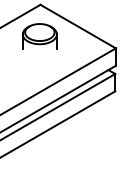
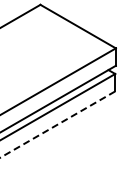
part at (39, 36): present -> none
line at (57, 124): solid -> dashed
